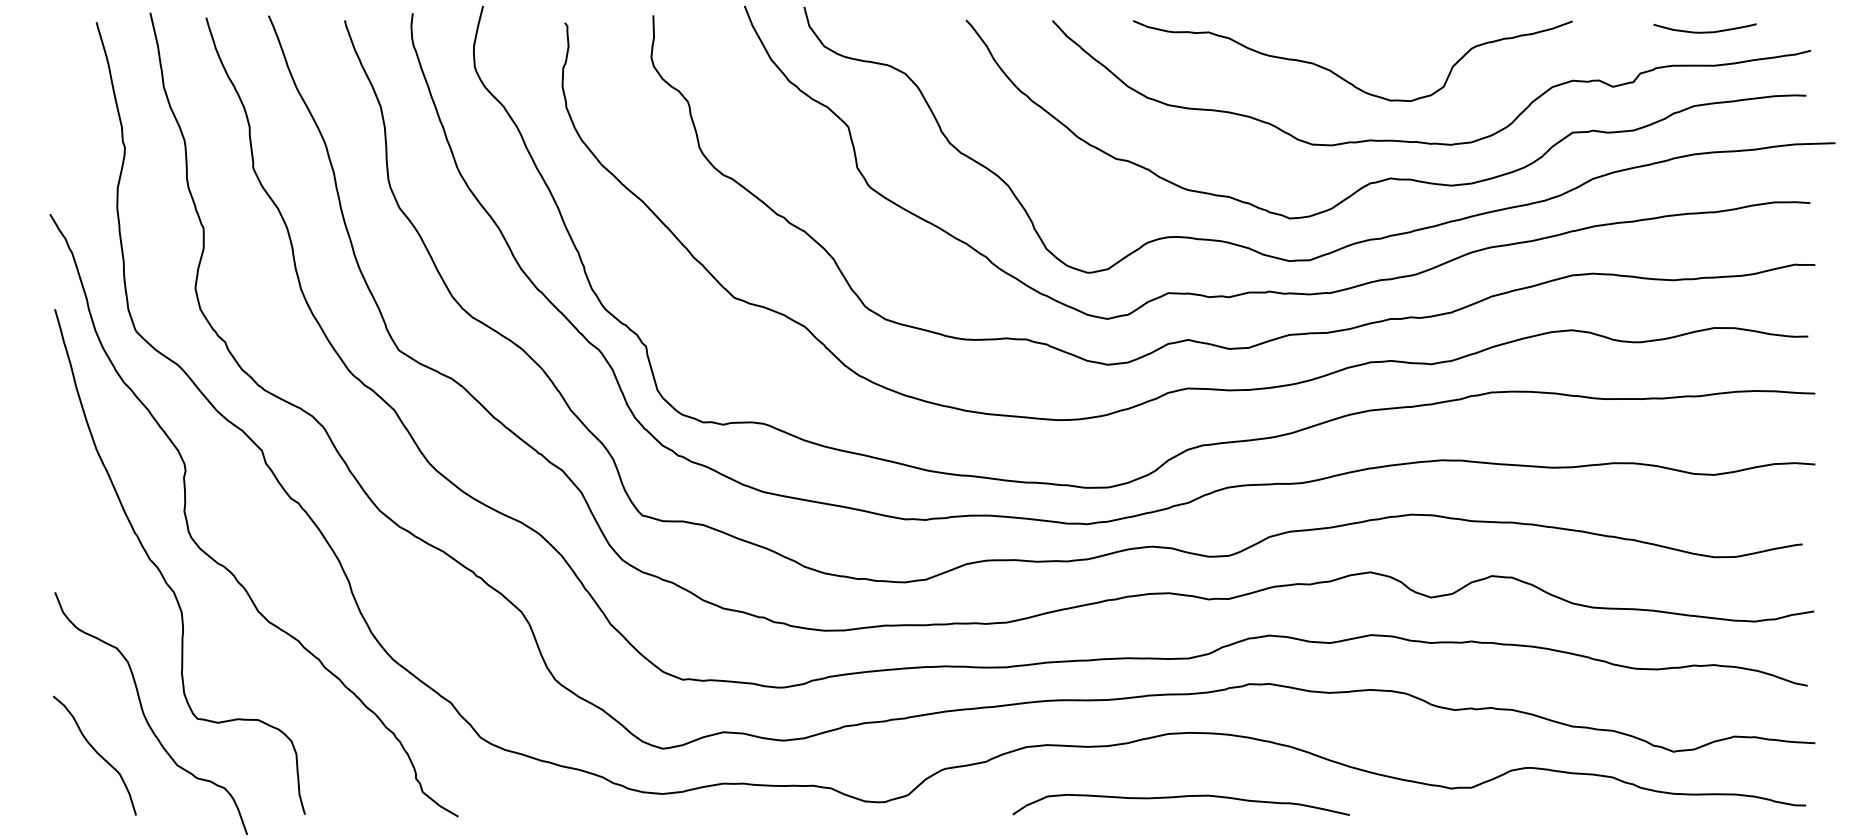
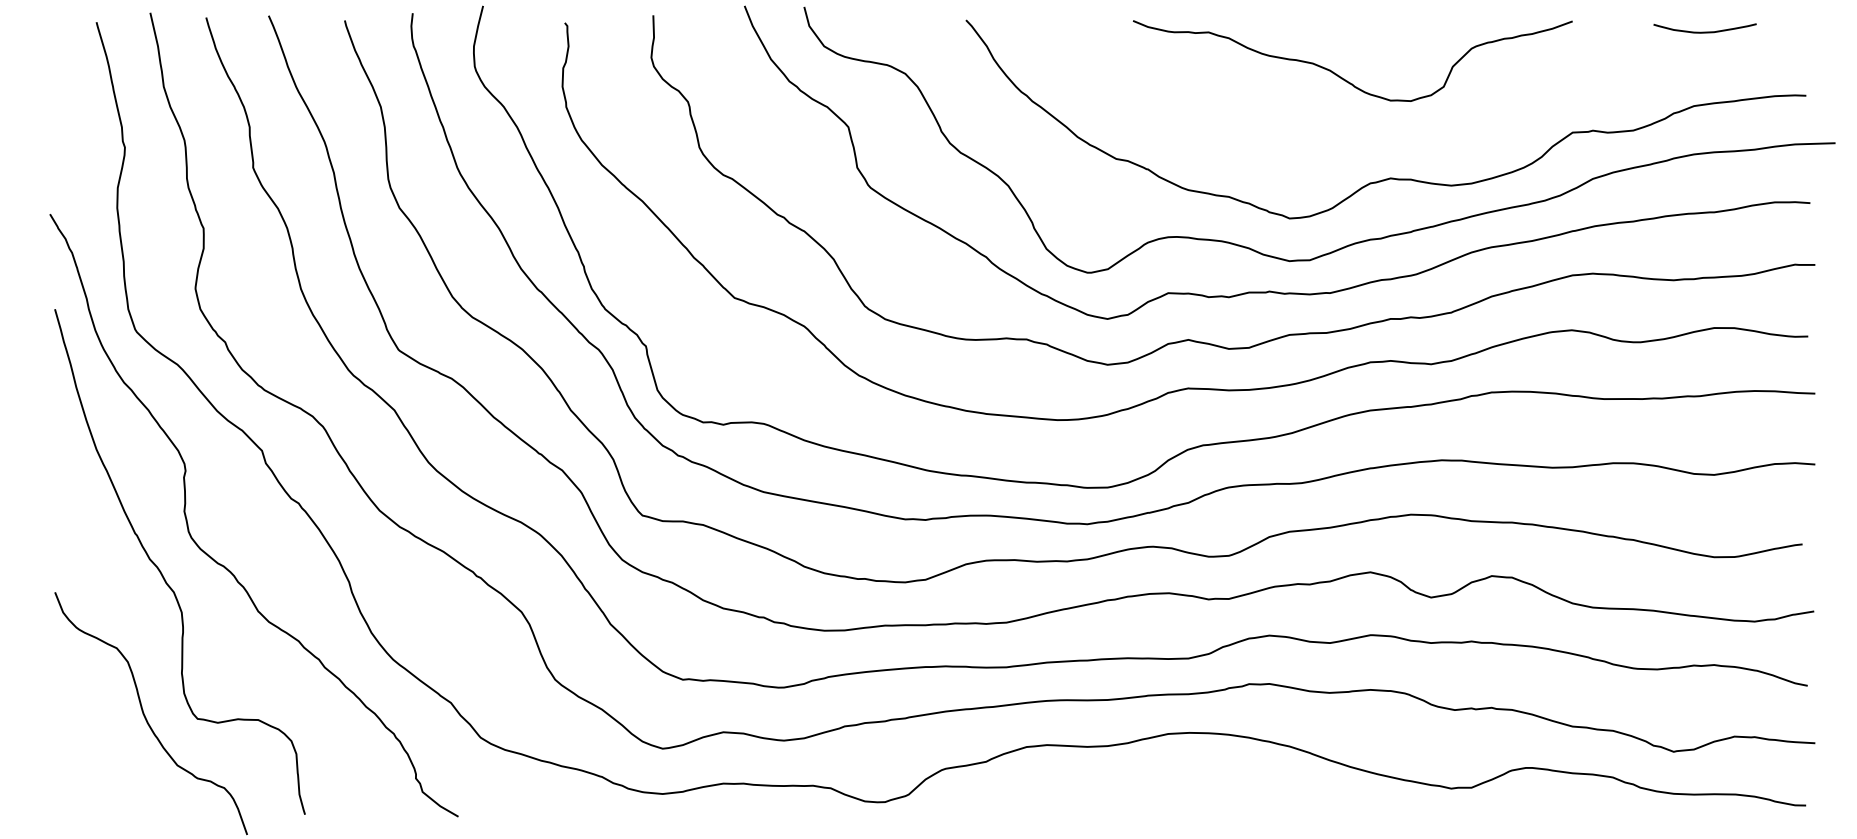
curve at (1422, 141): present -> none
curve at (96, 753): present -> none
curve at (1180, 797): present -> none
